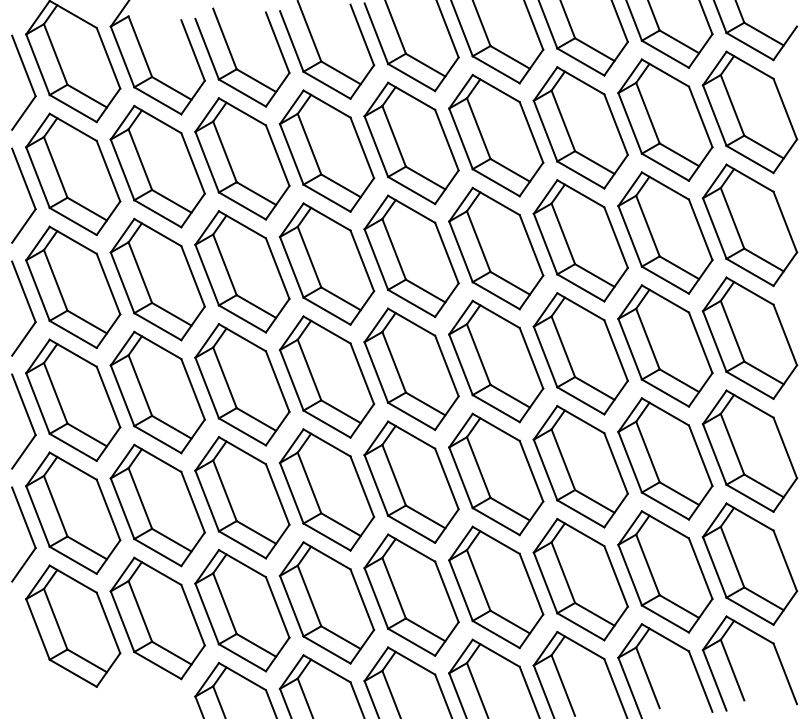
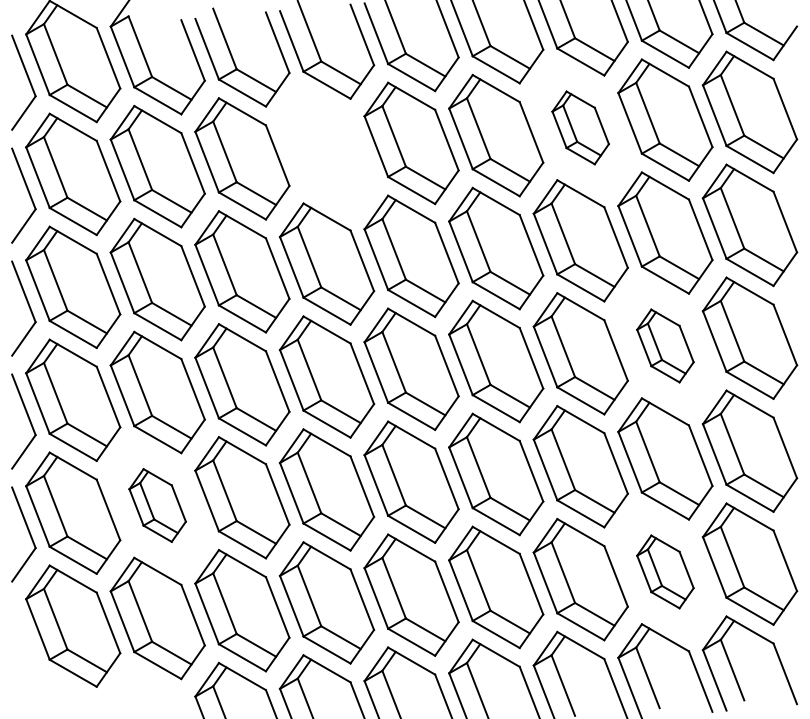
part at (580, 127) size: 97x124 px -> 59x76 px
part at (326, 150): present -> none
part at (665, 345) size: 97x124 px -> 59x76 px
part at (157, 505) size: 97x125 px -> 59x75 px
part at (665, 571) size: 97x124 px -> 59x76 px
